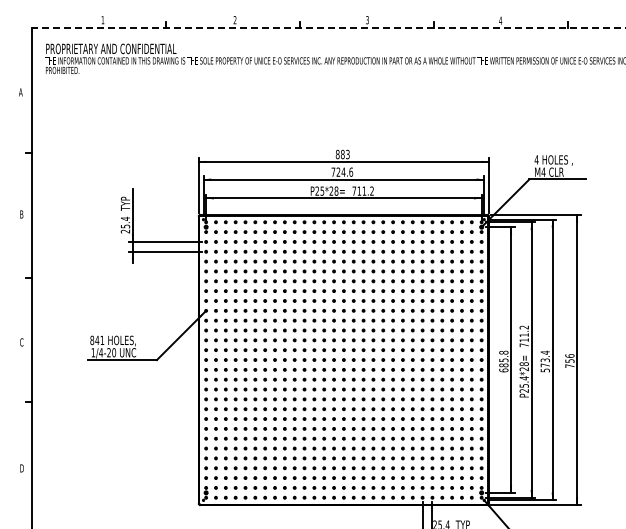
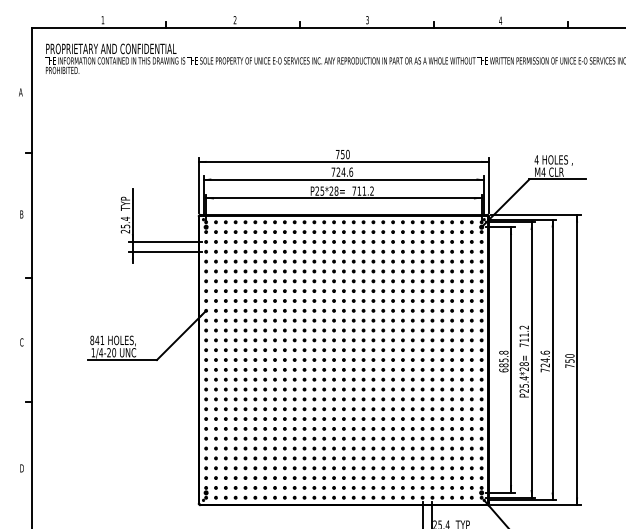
line at (328, 28): dashed -> solid
text at (342, 154): 883 -> 750
text at (569, 355): 756 -> 750
text at (544, 361): 573.4 -> 724.6
